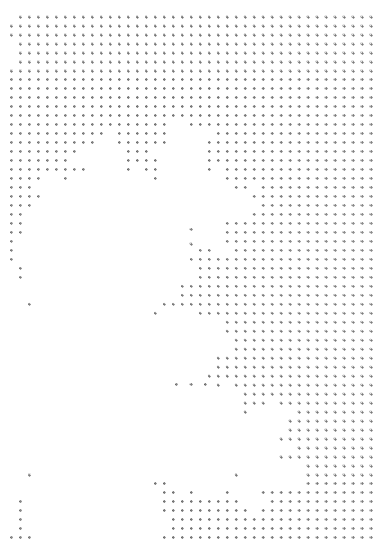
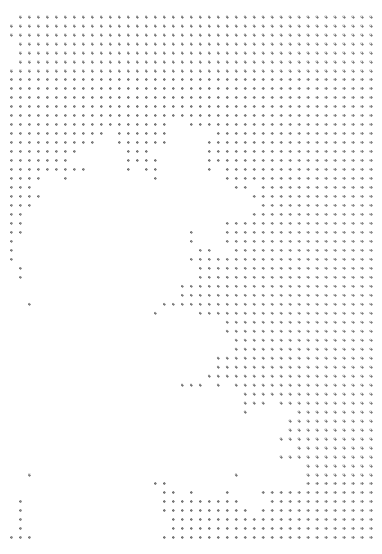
part at (190, 236) size: 4x18 px -> 3x12 px
part at (190, 384) size: 32x3 px -> 21x3 px
